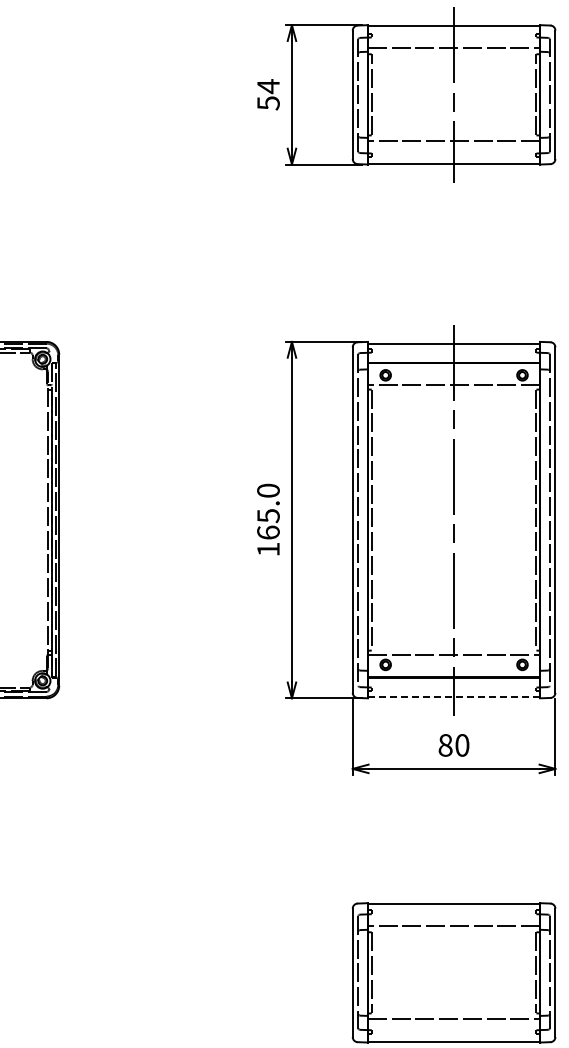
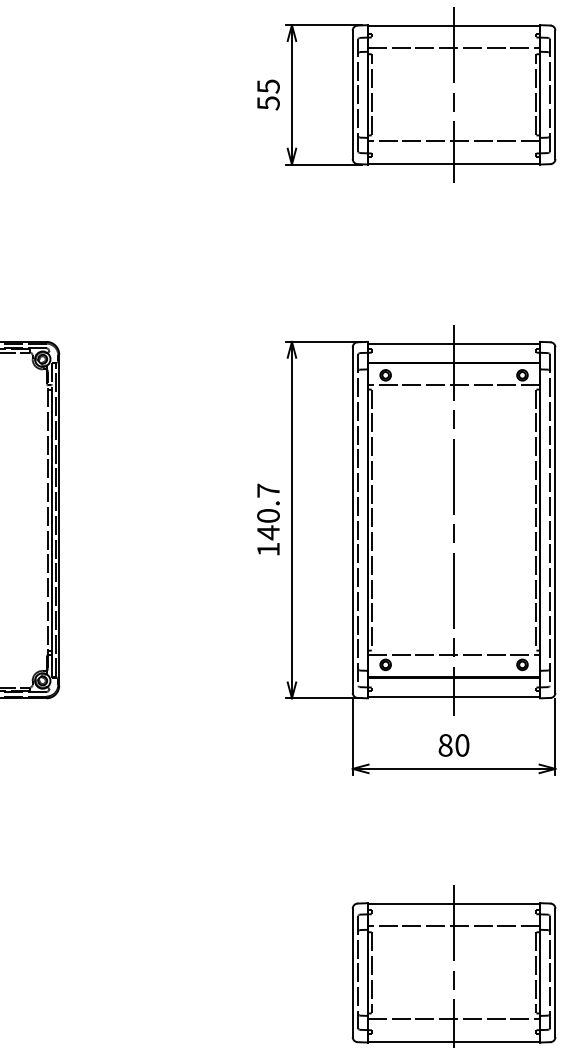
text at (268, 86): 54 -> 55
text at (268, 511): 165.0 -> 140.7
line at (454, 696): dashed -> solid
line at (454, 964): none -> present
